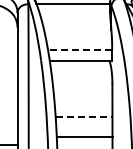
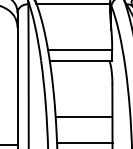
line at (79, 50): dashed -> solid
line at (84, 116): dashed -> solid
line at (84, 136) position: (84, 136) -> (84, 142)
